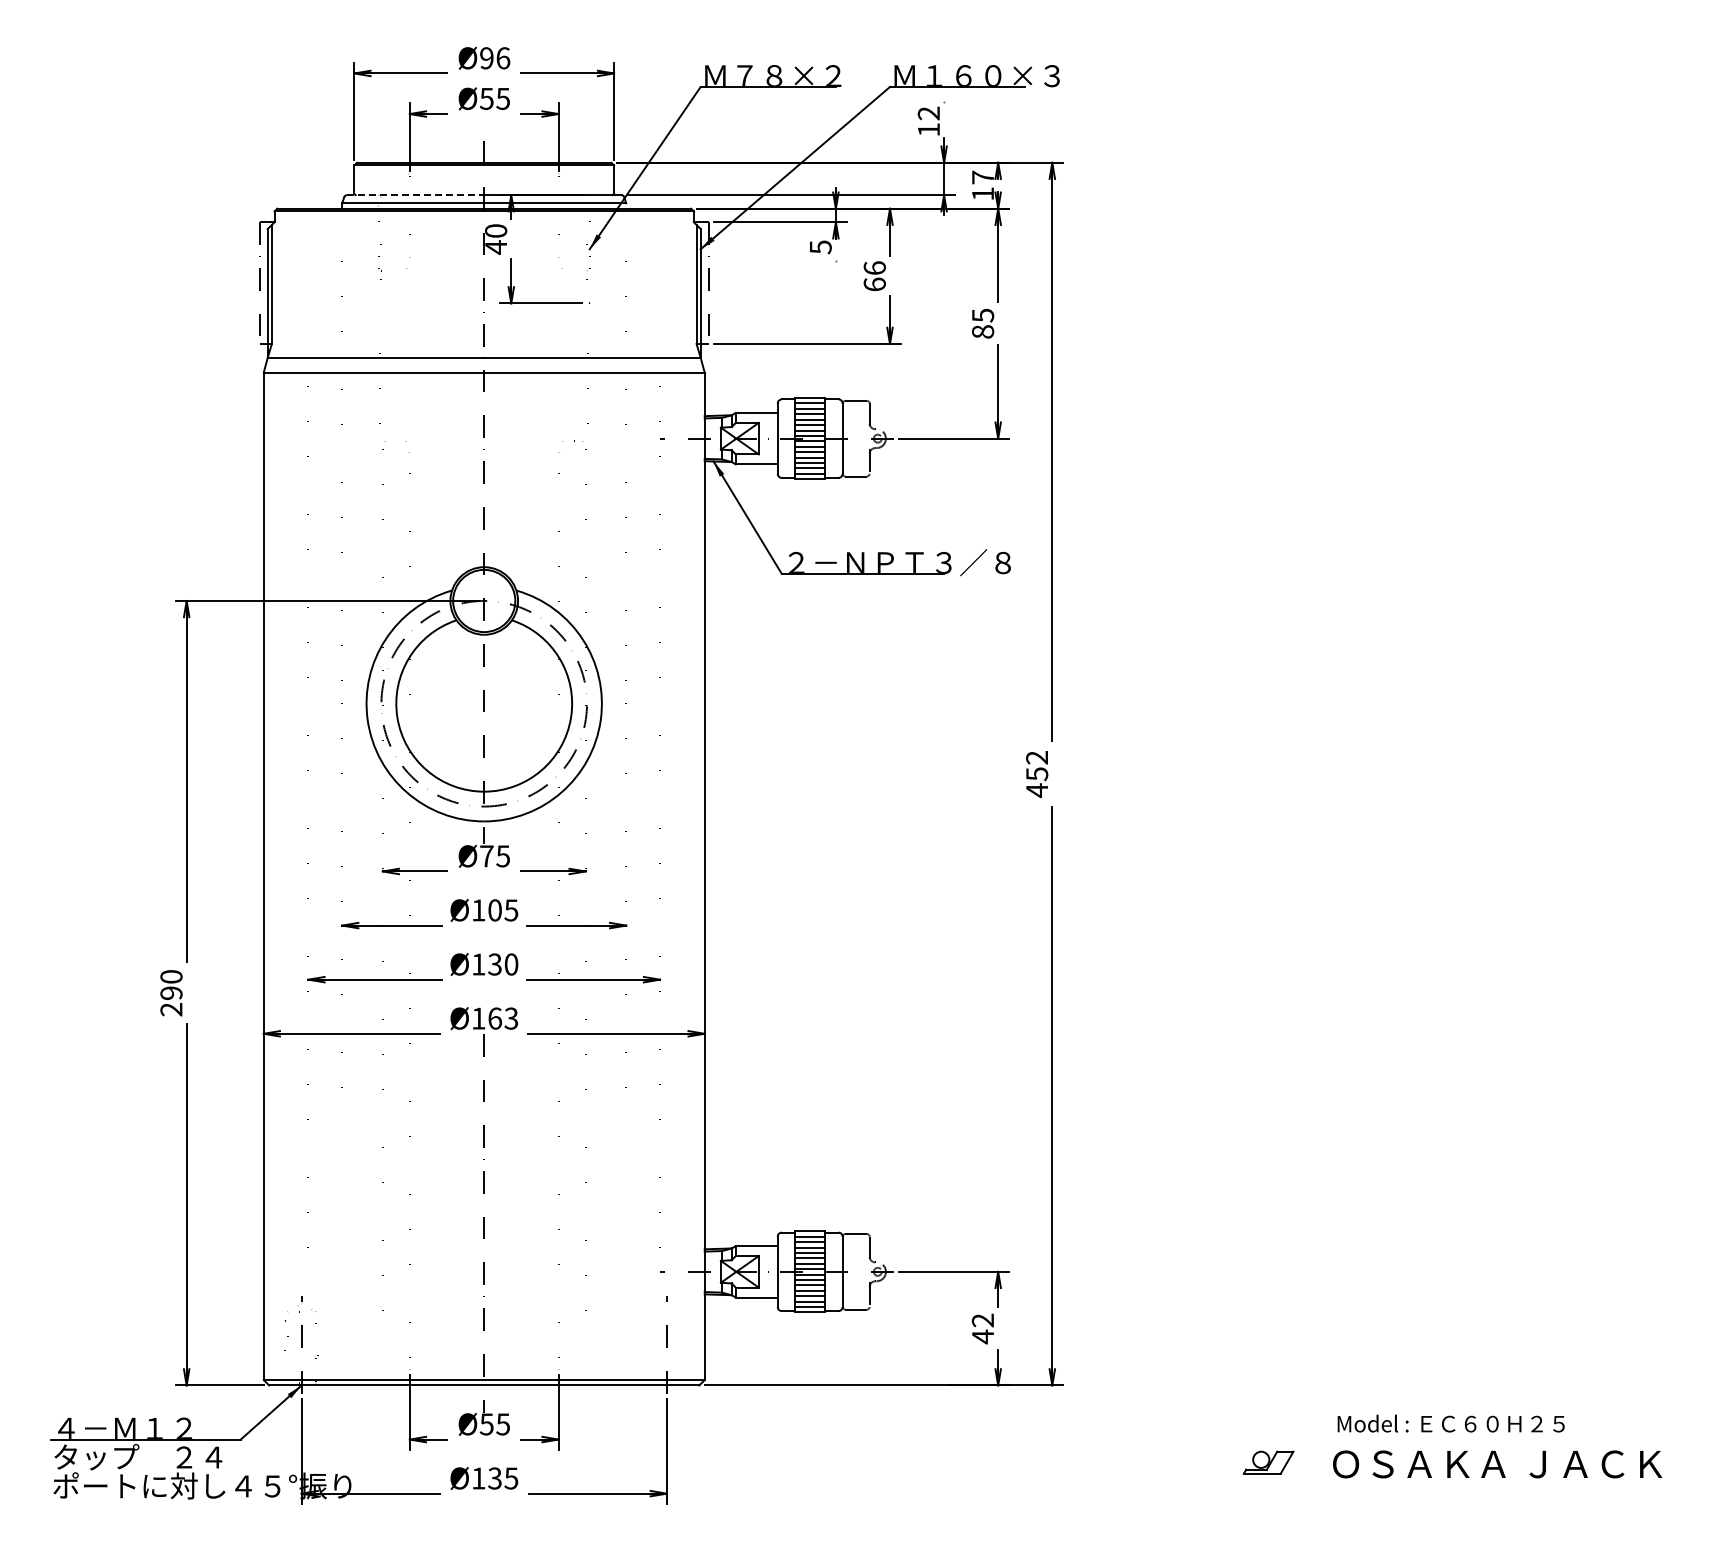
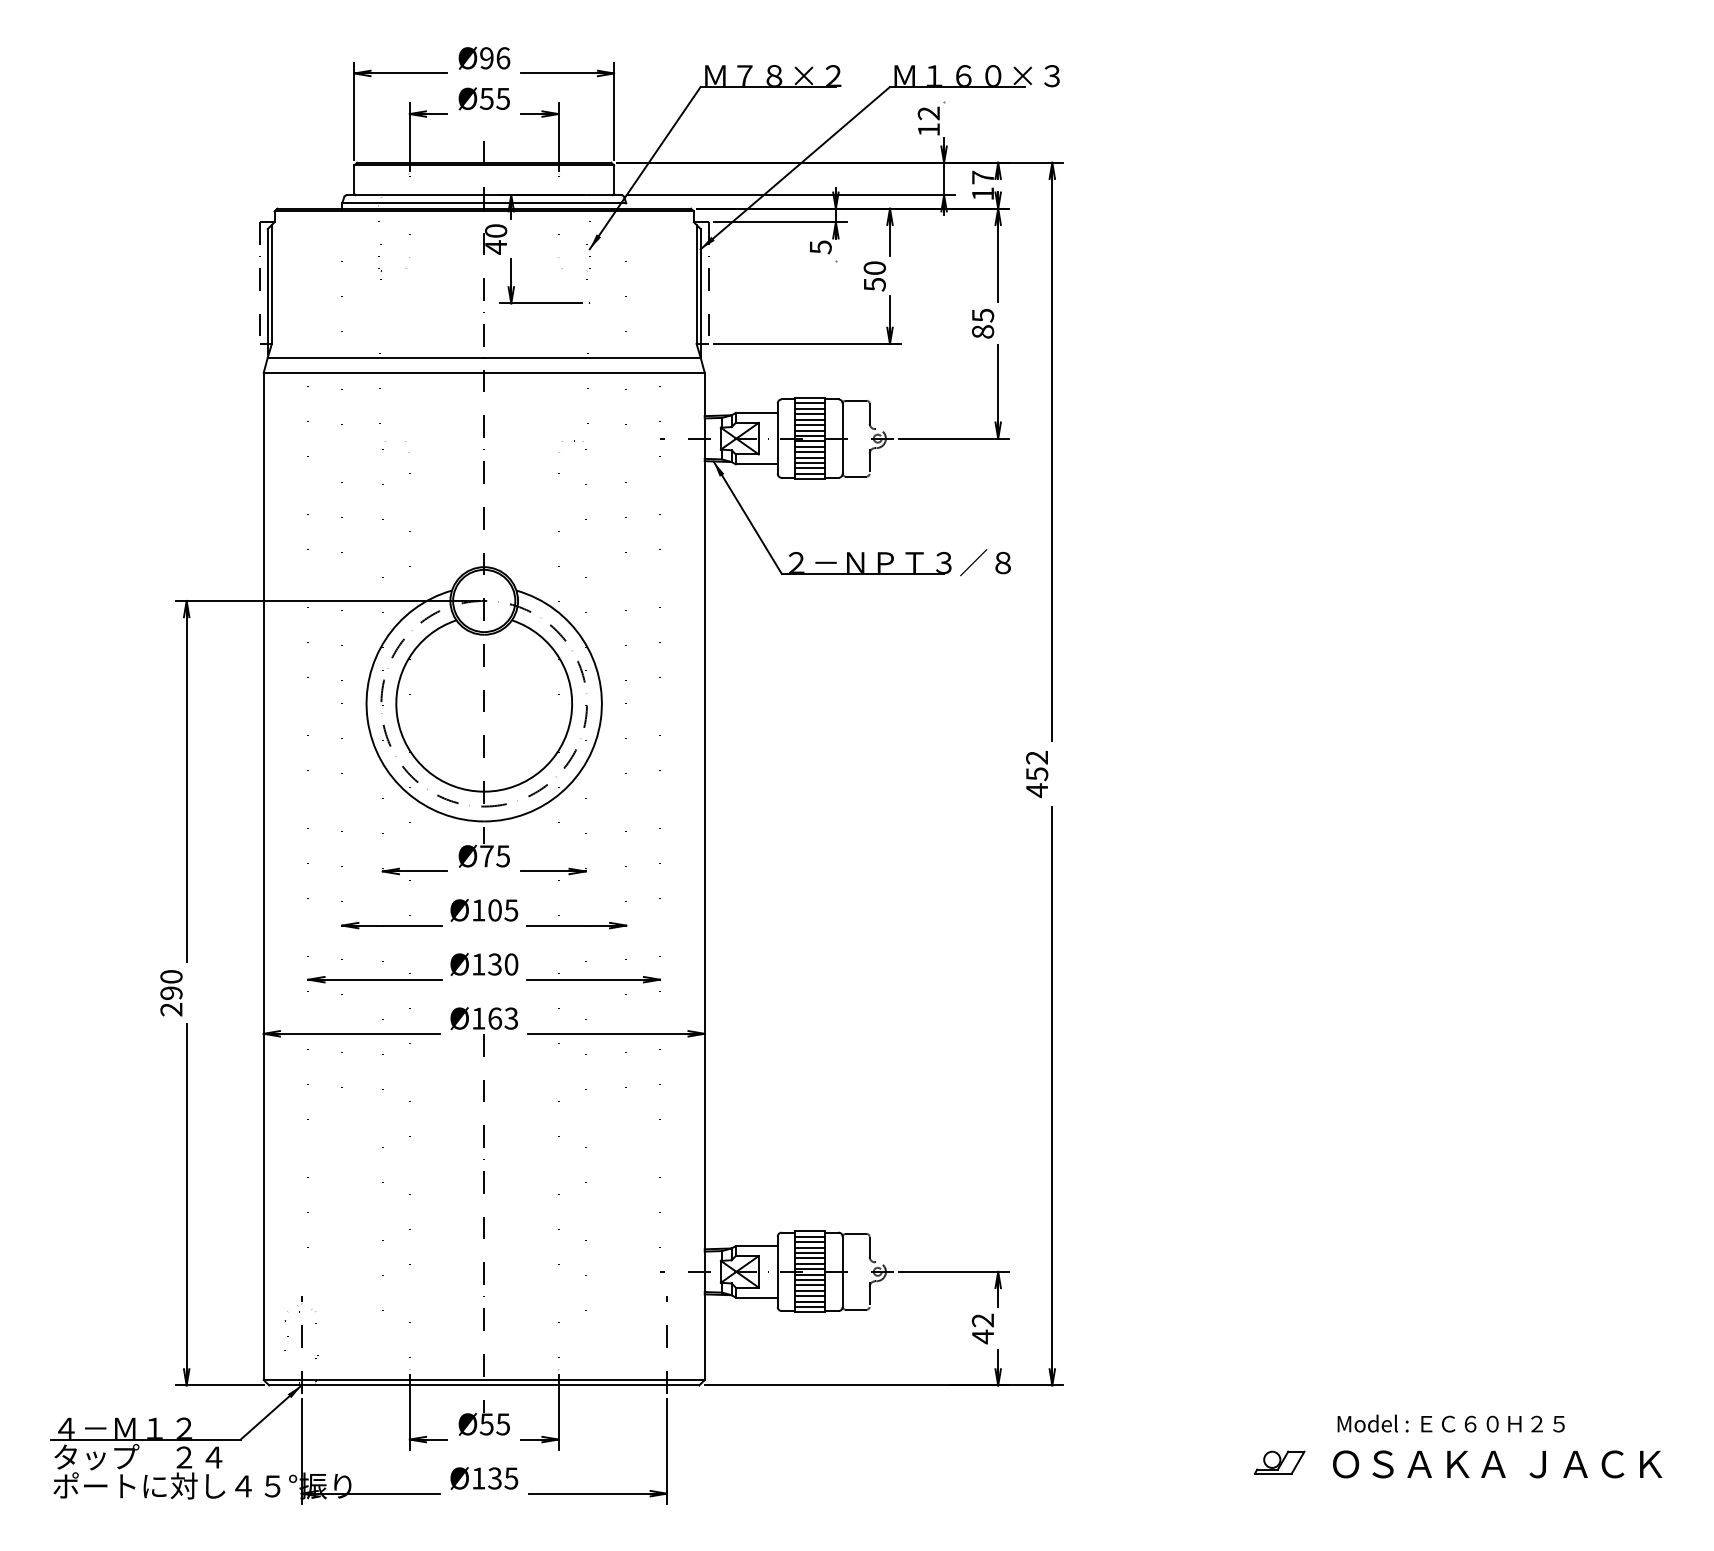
line at (415, 195): dashed -> solid
text at (874, 276): 66 -> 50
part at (1268, 1462) position: (1268, 1462) -> (1279, 1462)
